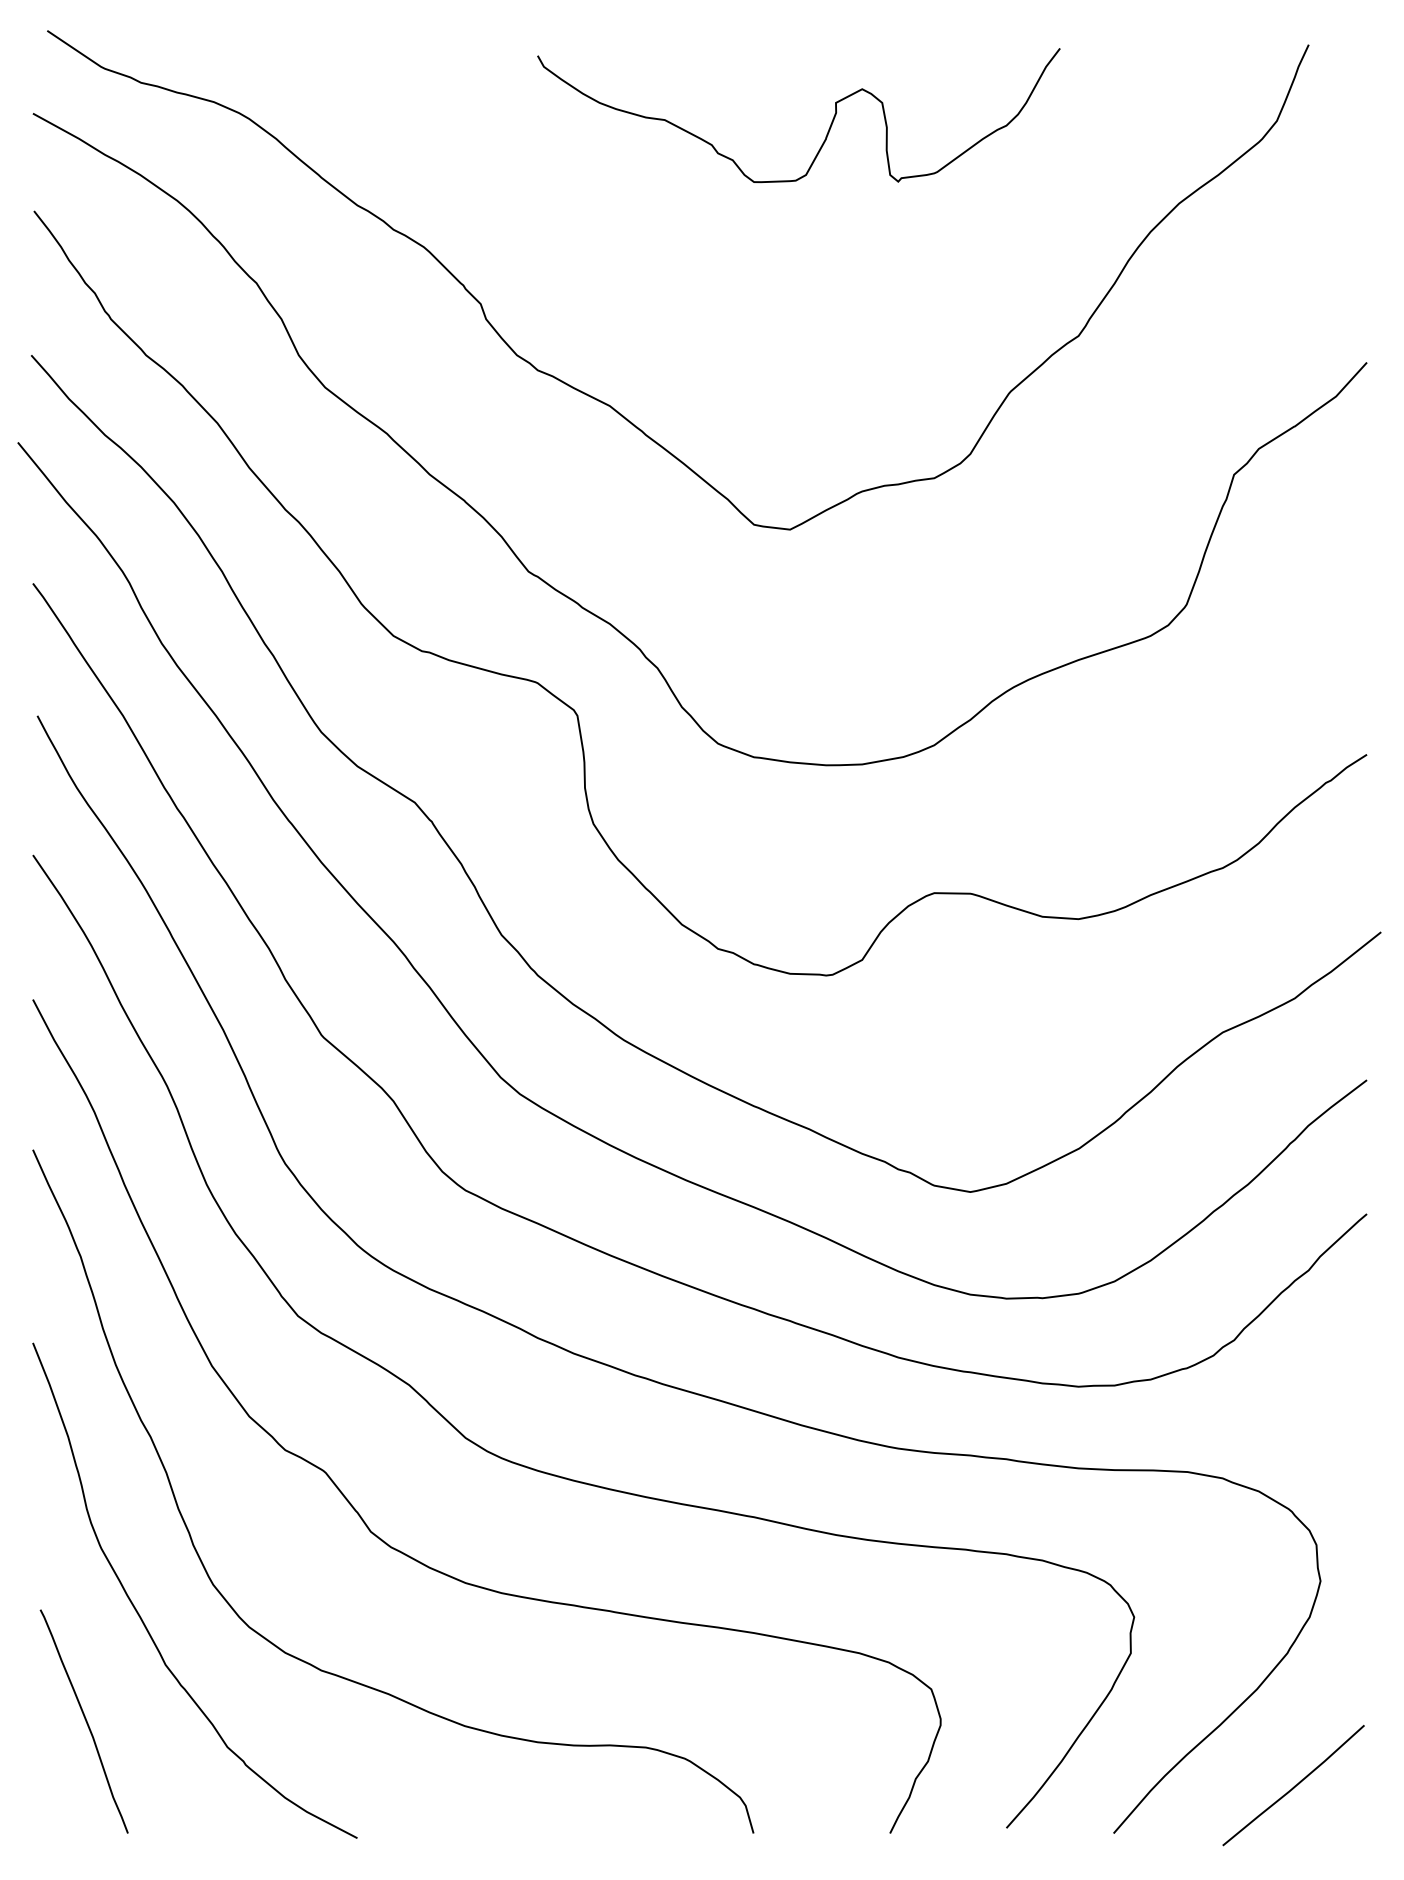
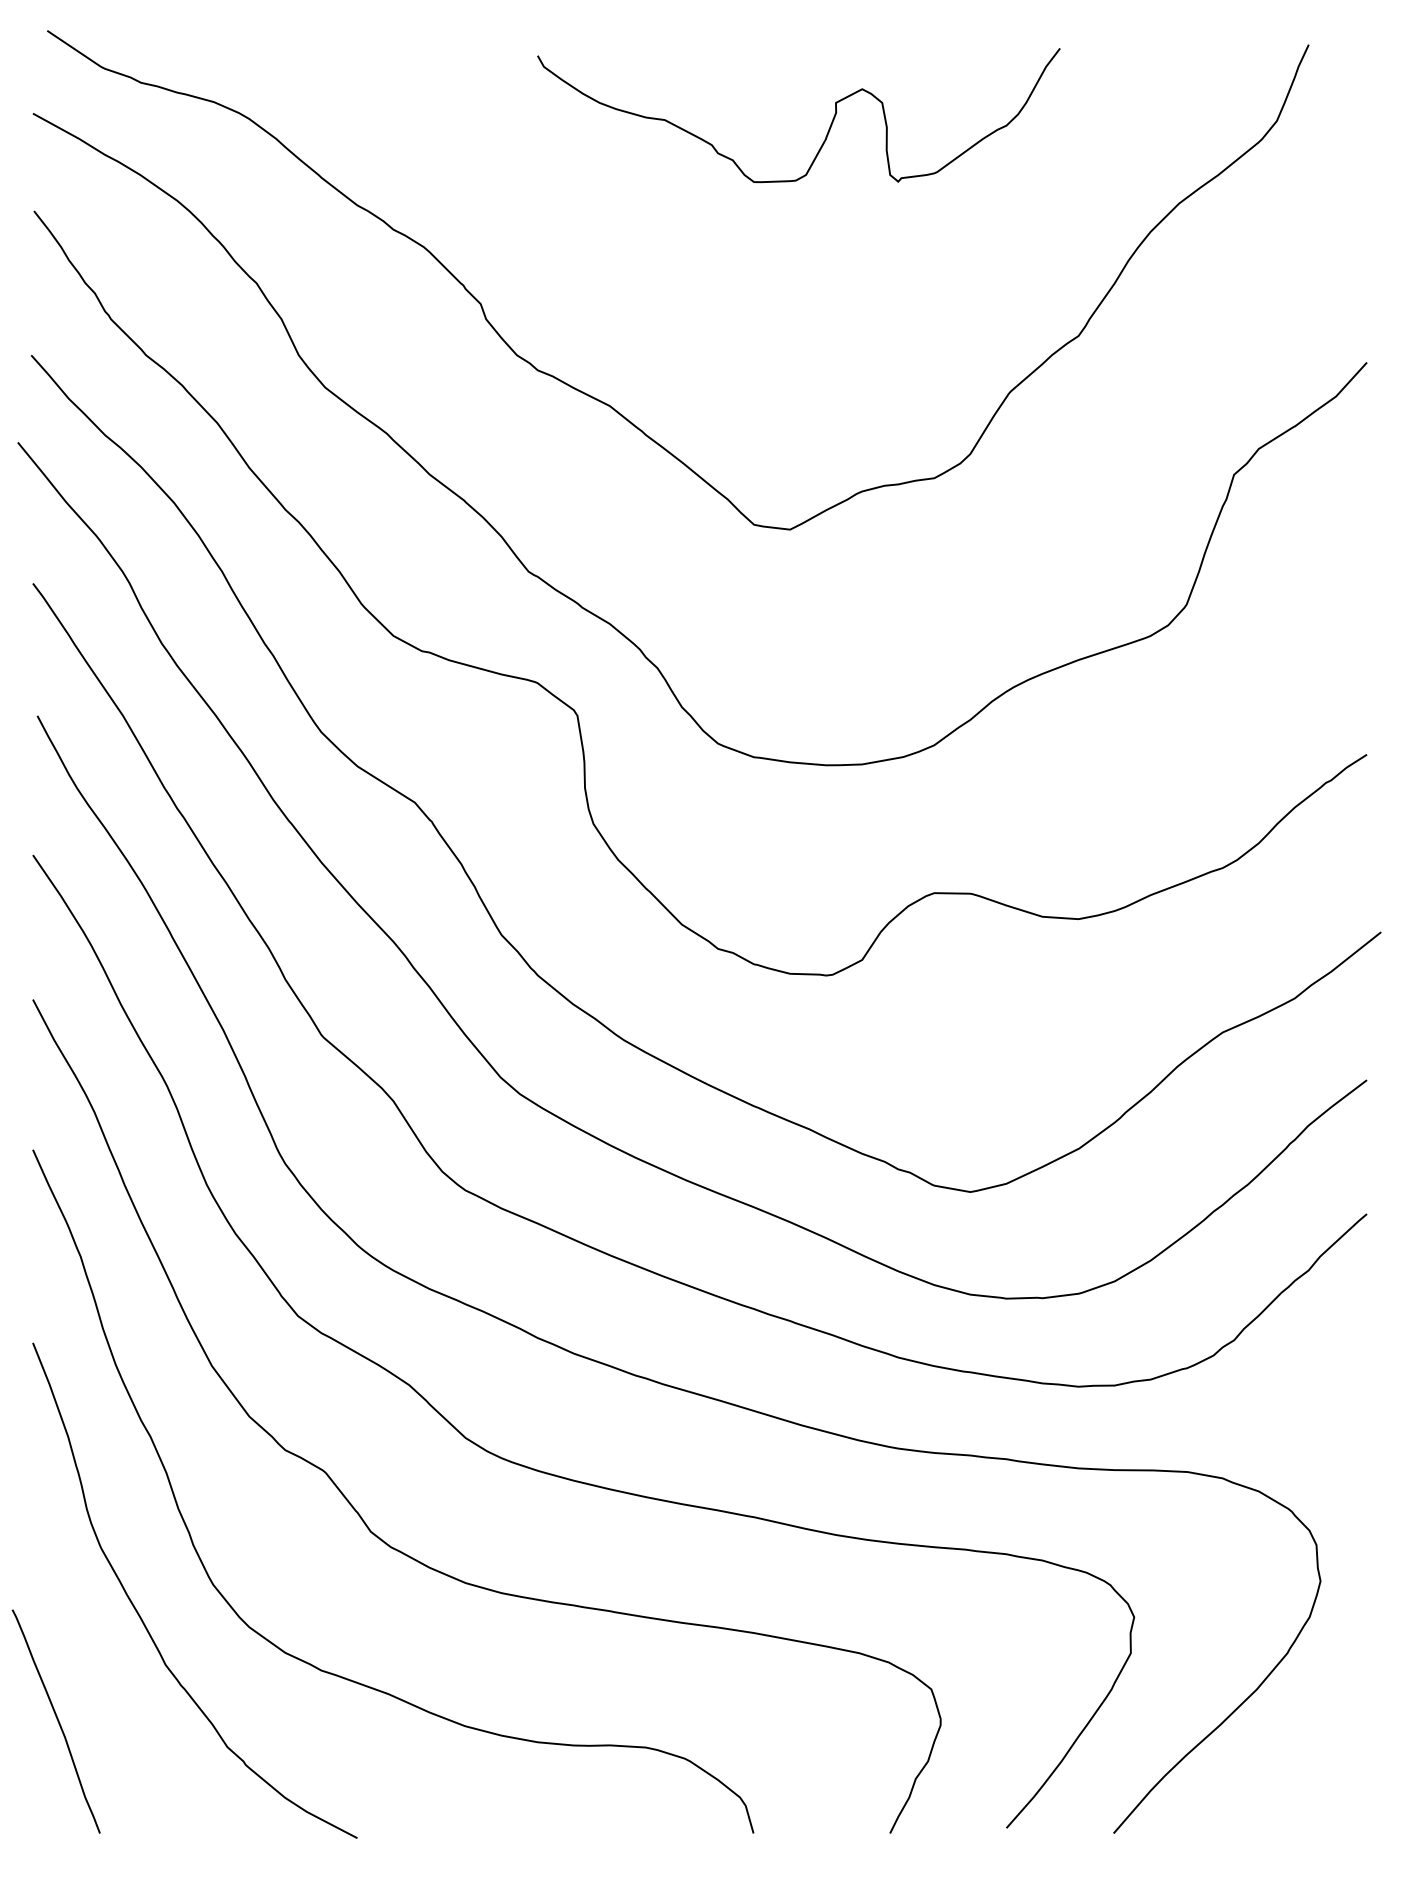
curve at (85, 1721) position: (85, 1721) -> (57, 1721)
line at (1294, 1785): present -> none
